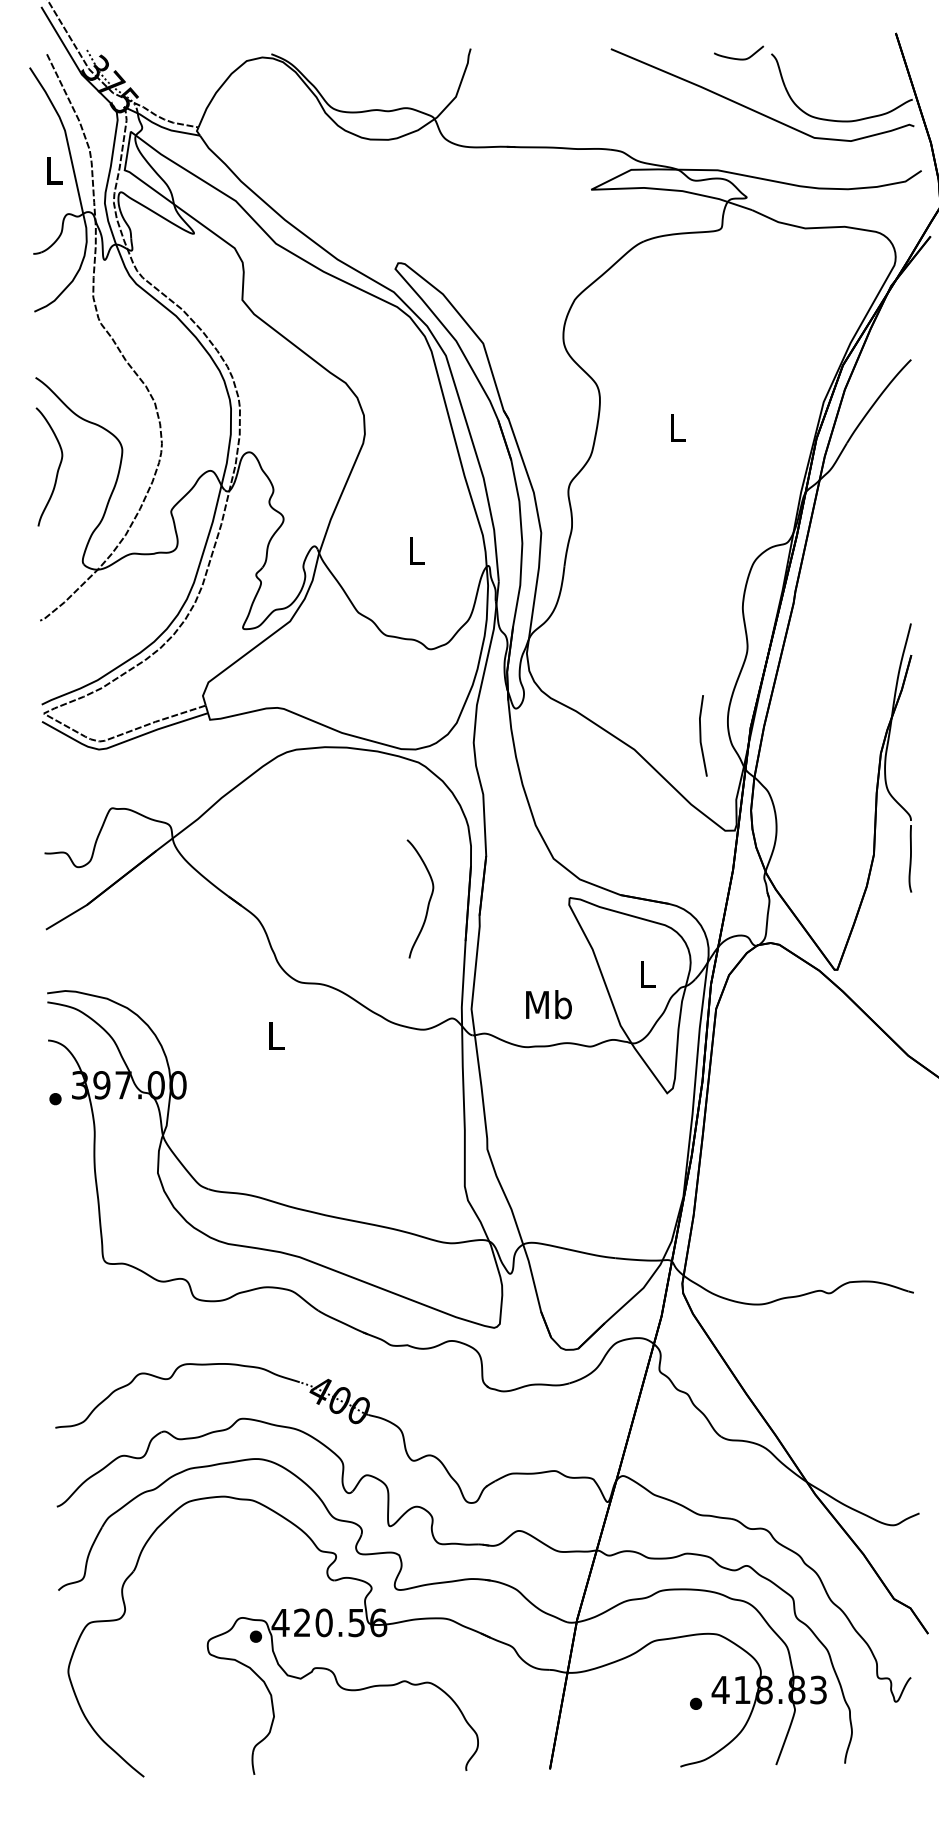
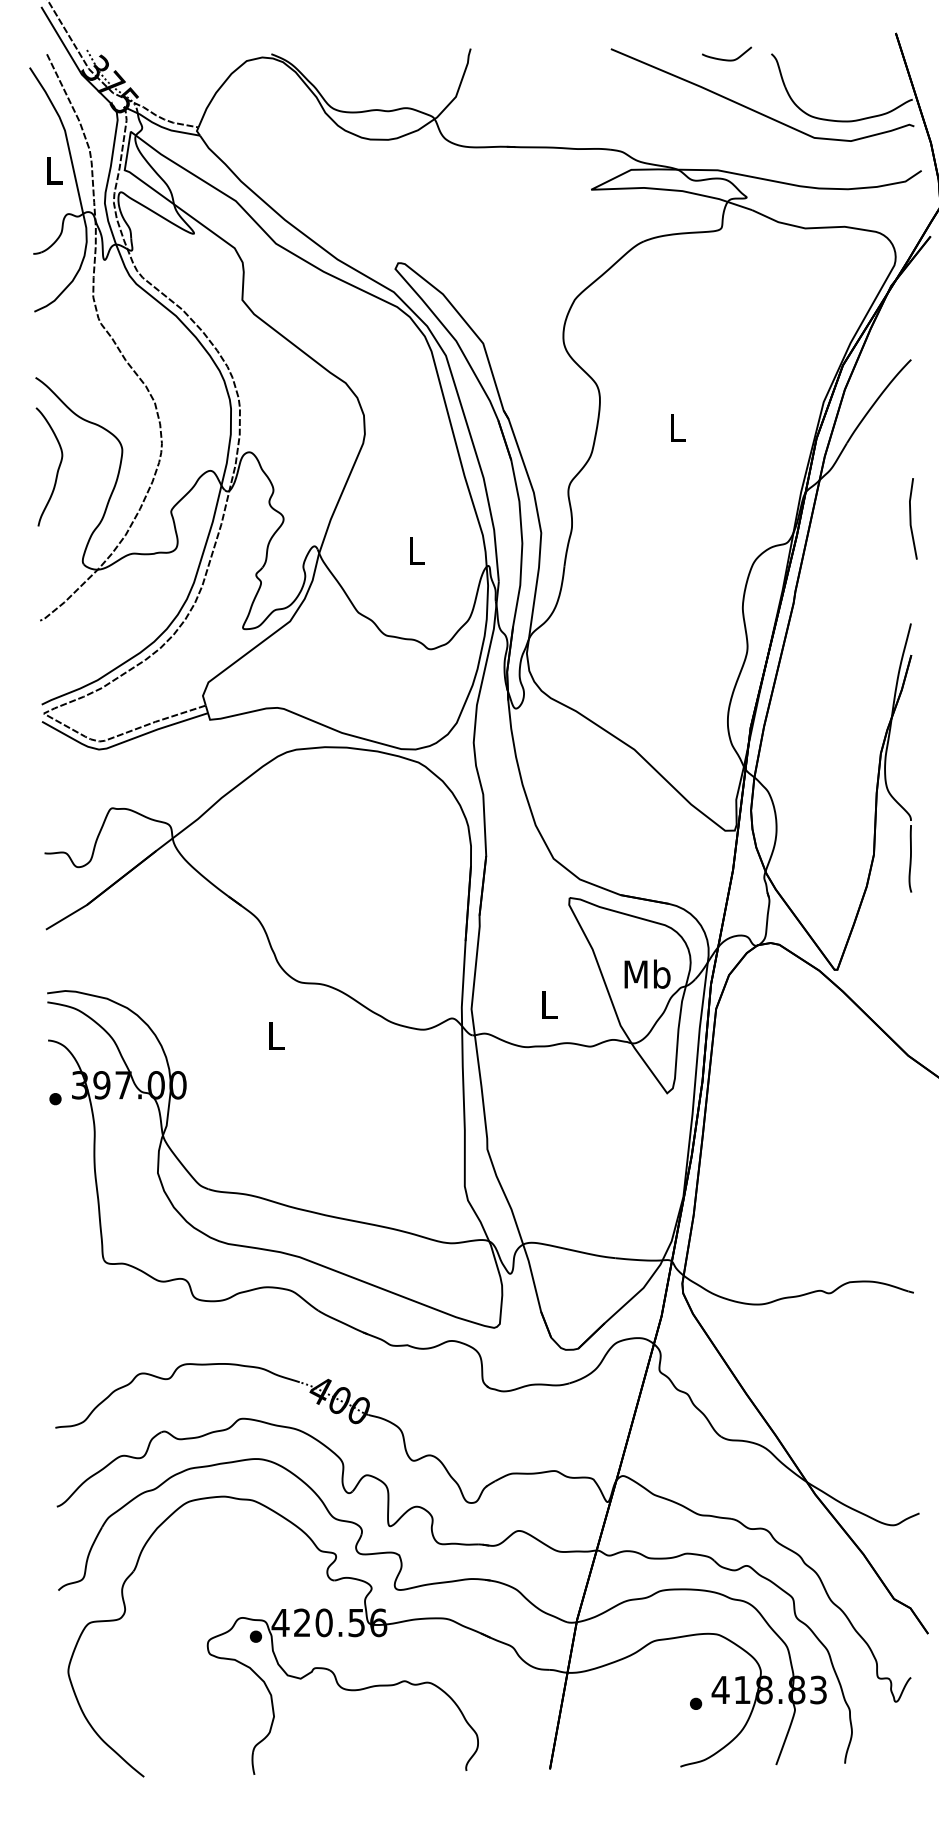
curve at (739, 58) position: (739, 58) -> (727, 59)
line at (701, 735) position: (701, 735) -> (911, 518)
curve at (428, 900): present -> none
text at (647, 973): L -> Mb
text at (548, 1004): Mb -> L
